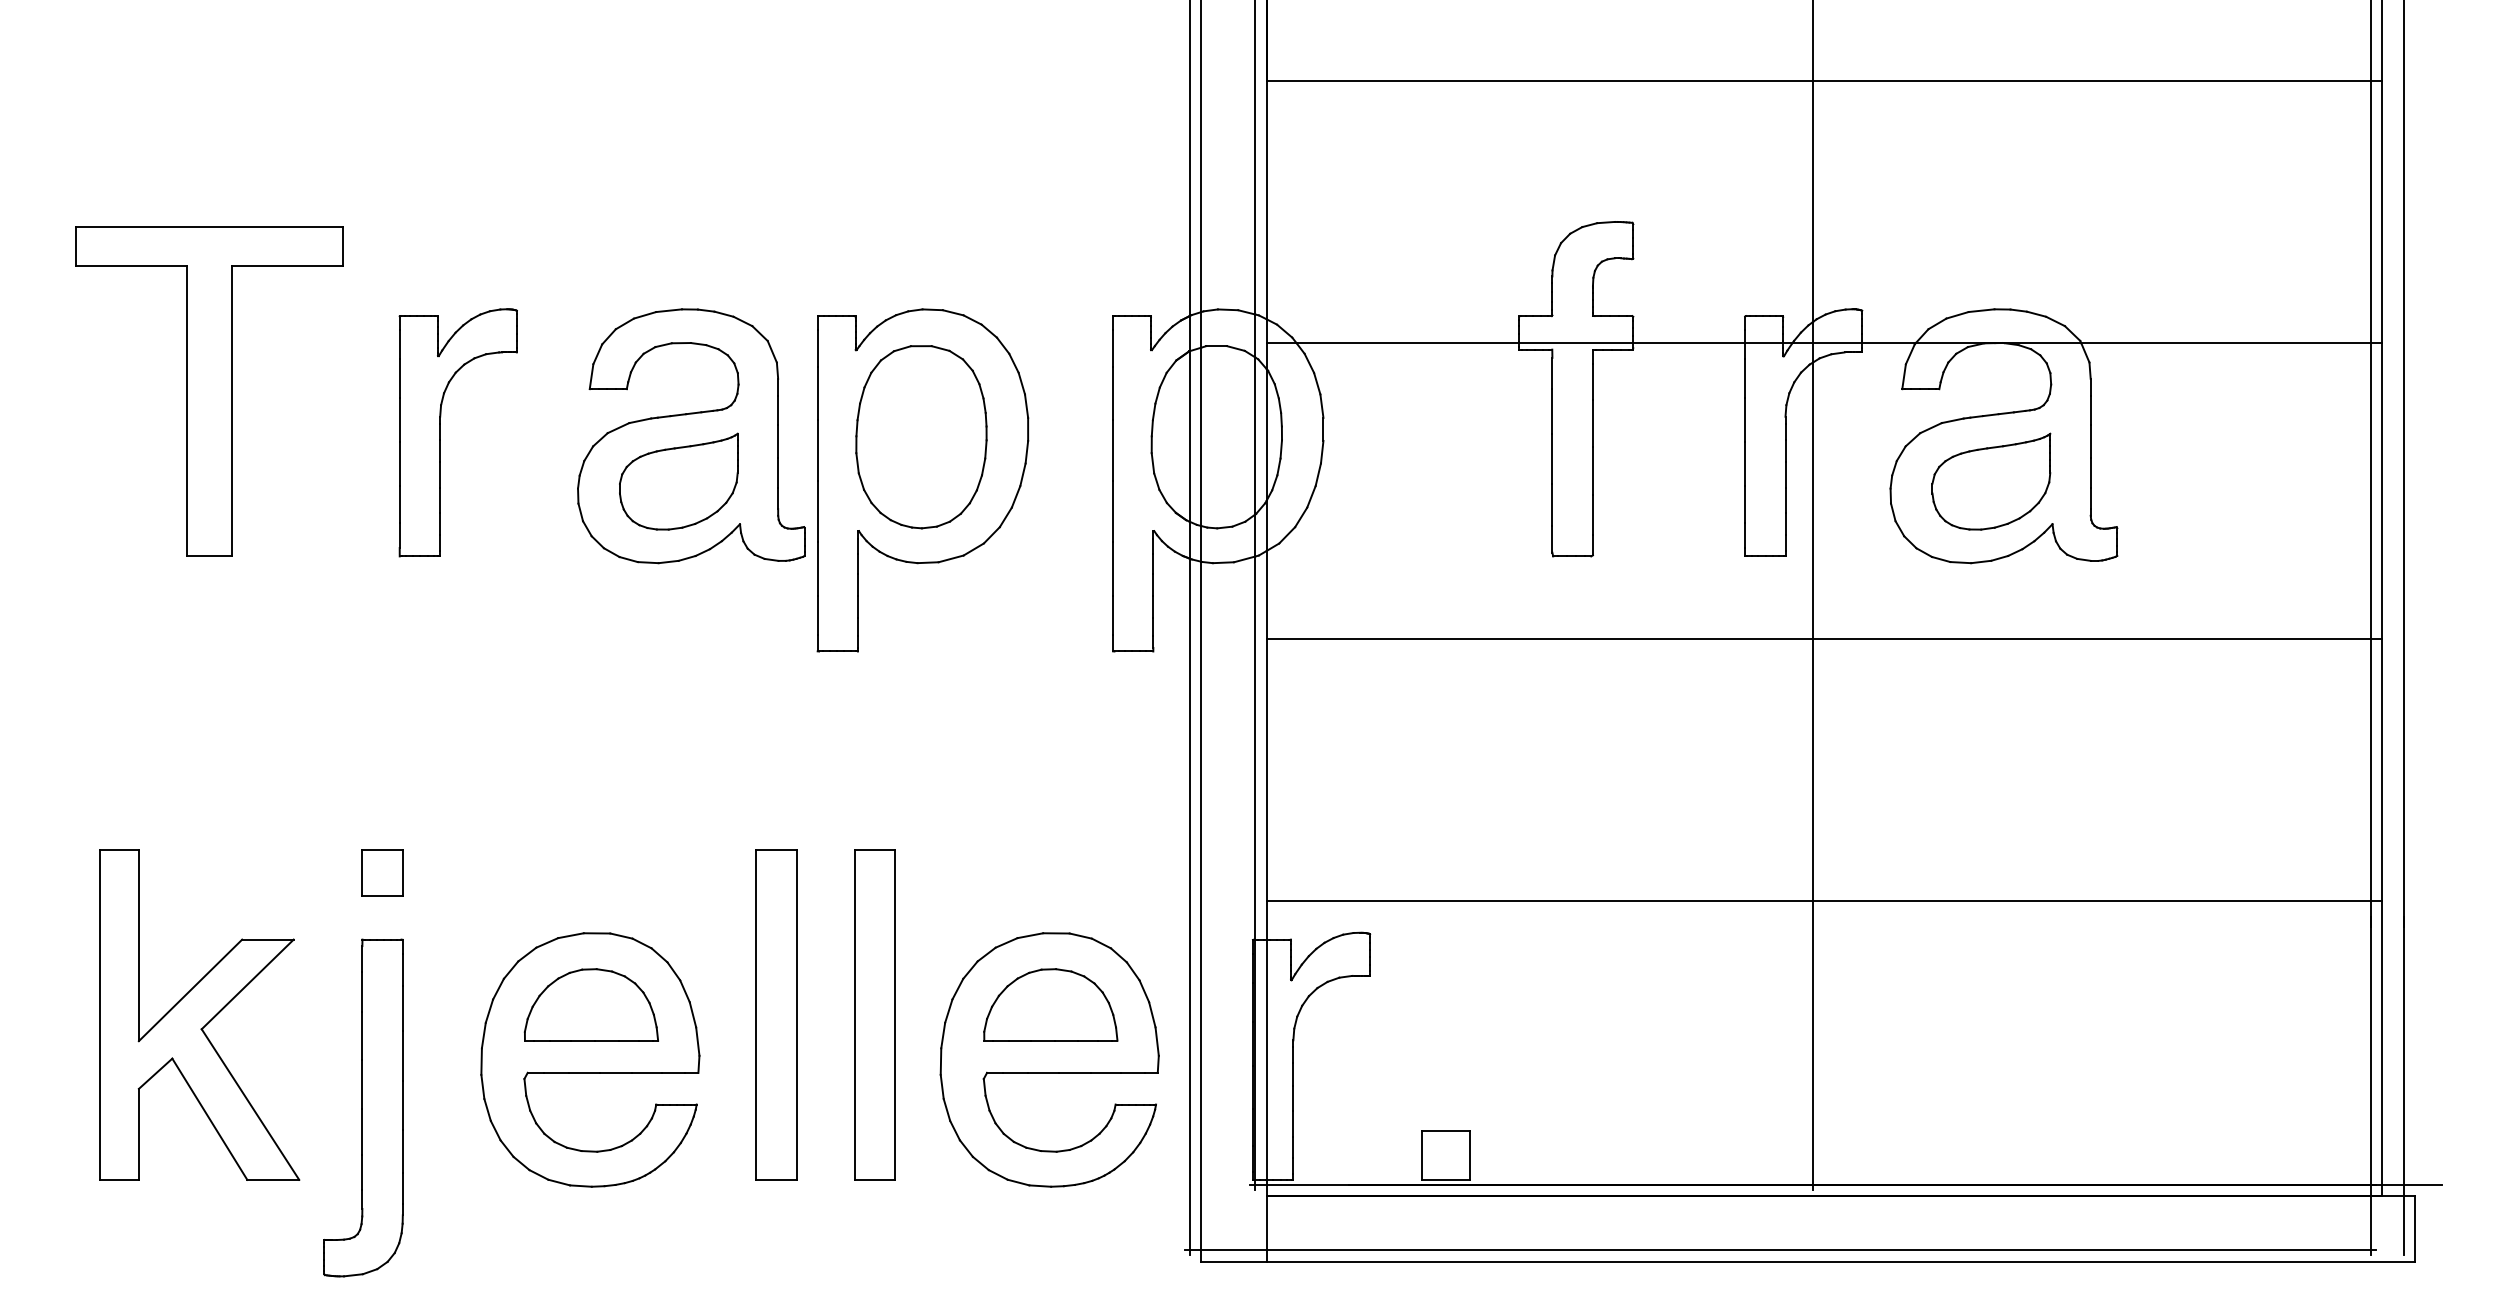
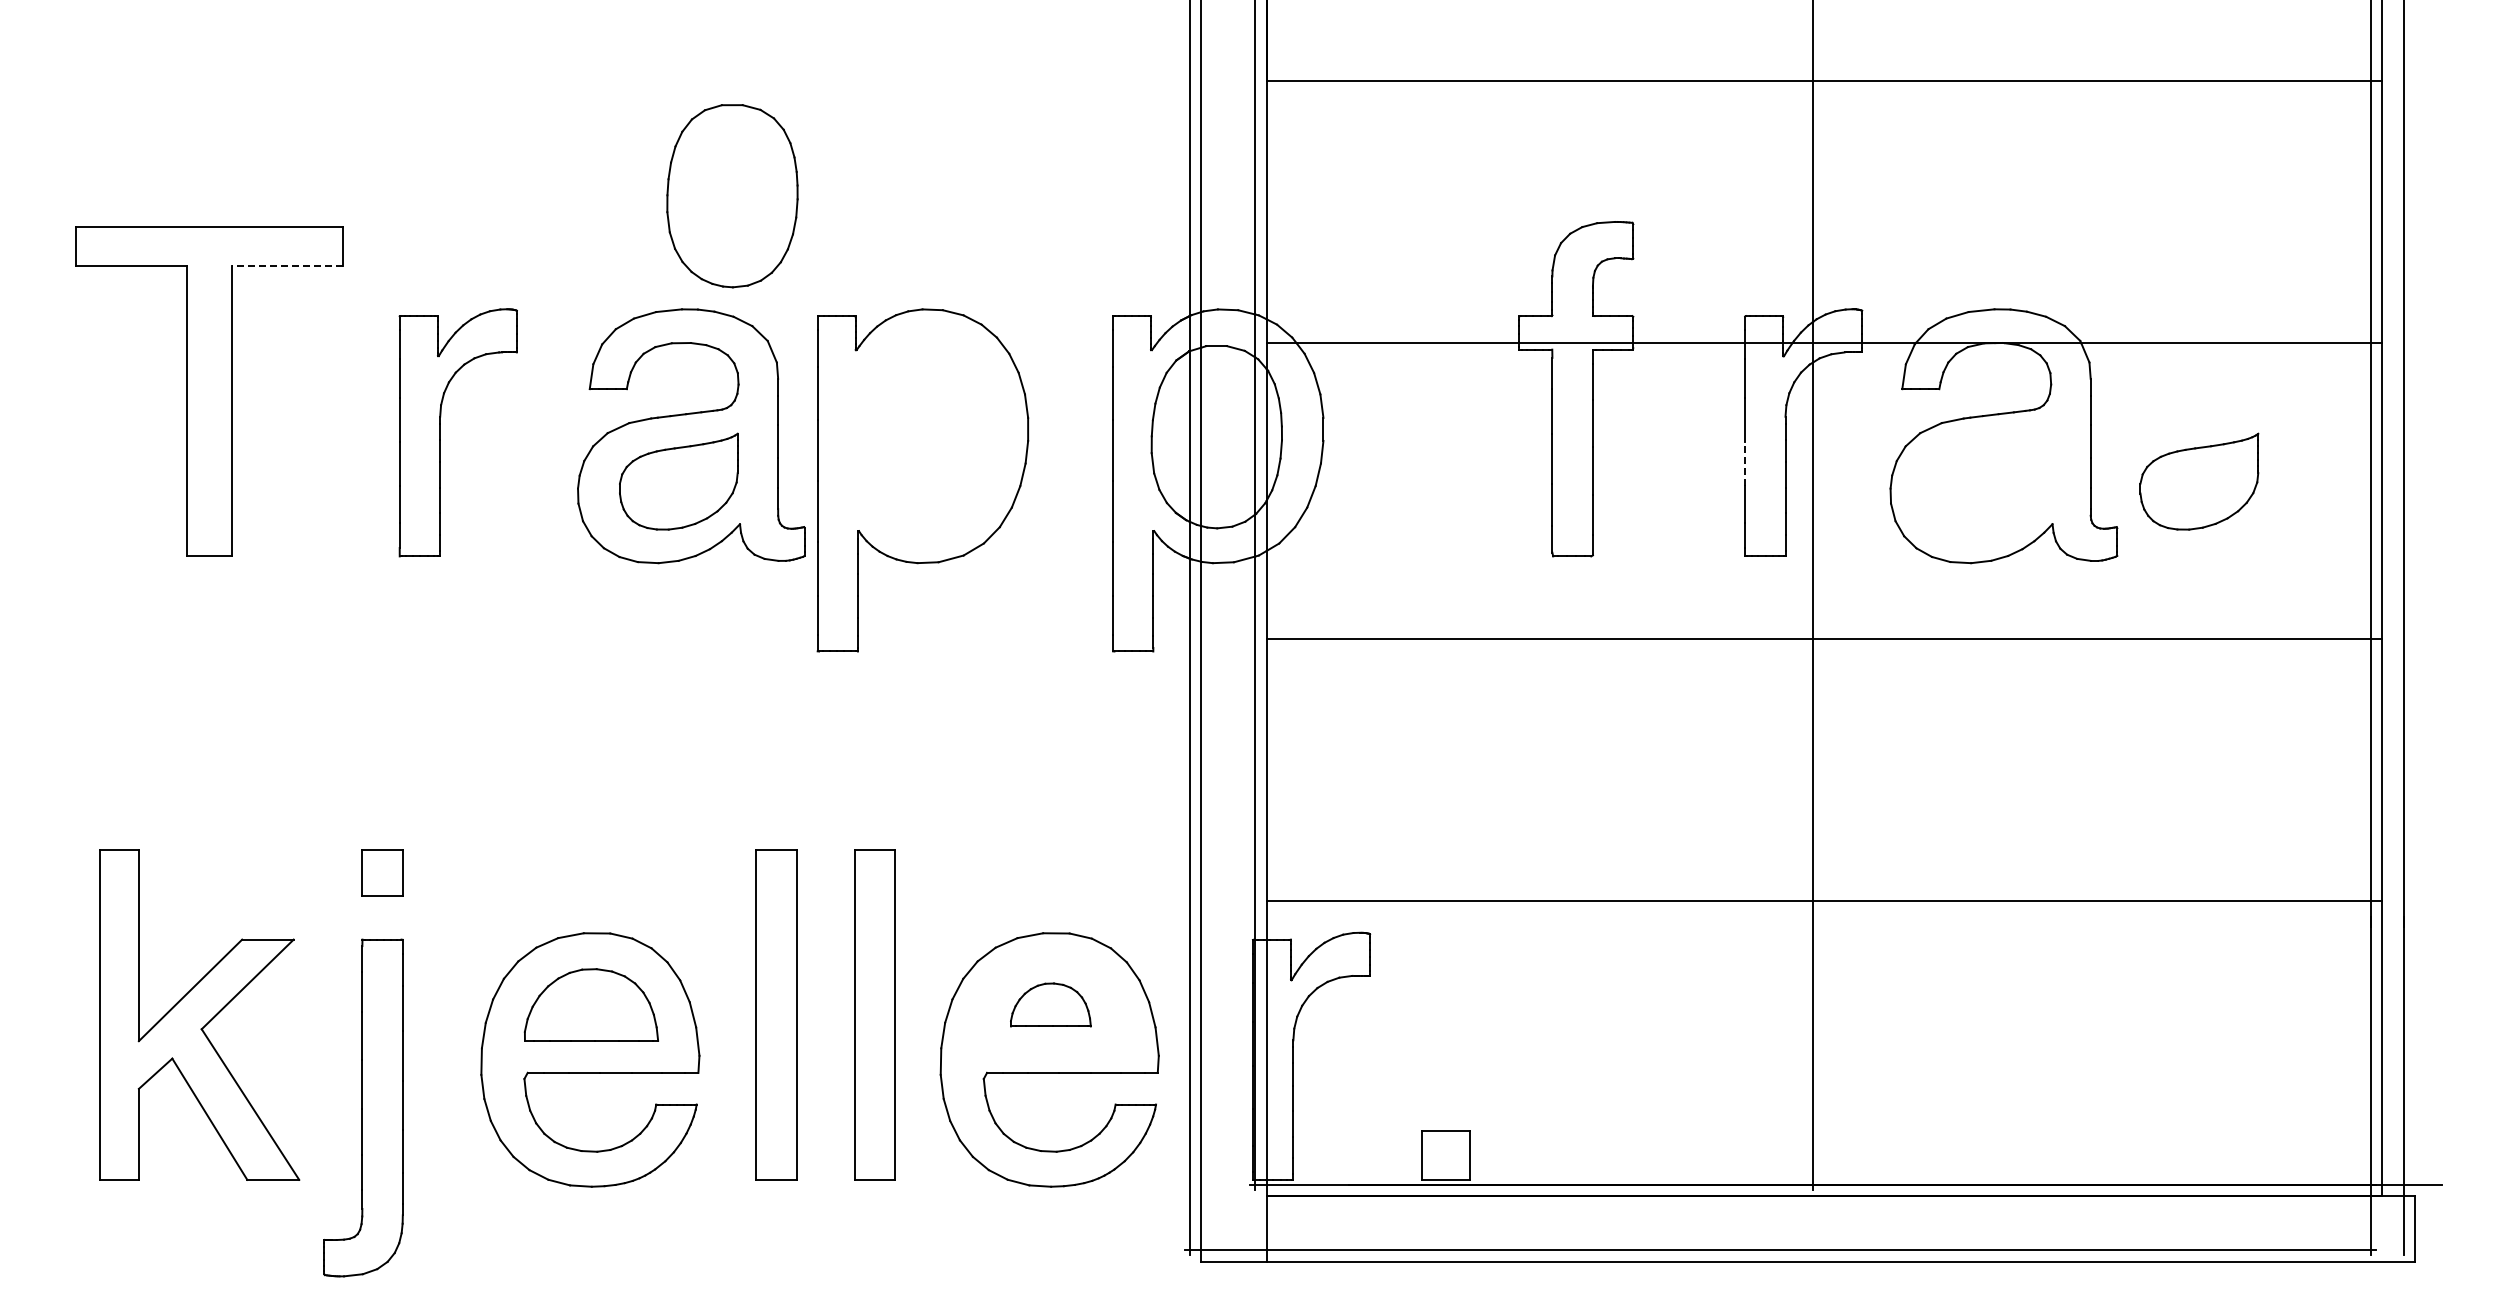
line at (287, 266): solid -> dashed
part at (921, 437) position: (921, 437) -> (732, 196)
line at (1745, 463): solid -> dashed
part at (1991, 481) position: (1991, 481) -> (2199, 481)
part at (1050, 1004) size: 136x74 px -> 82x46 px
